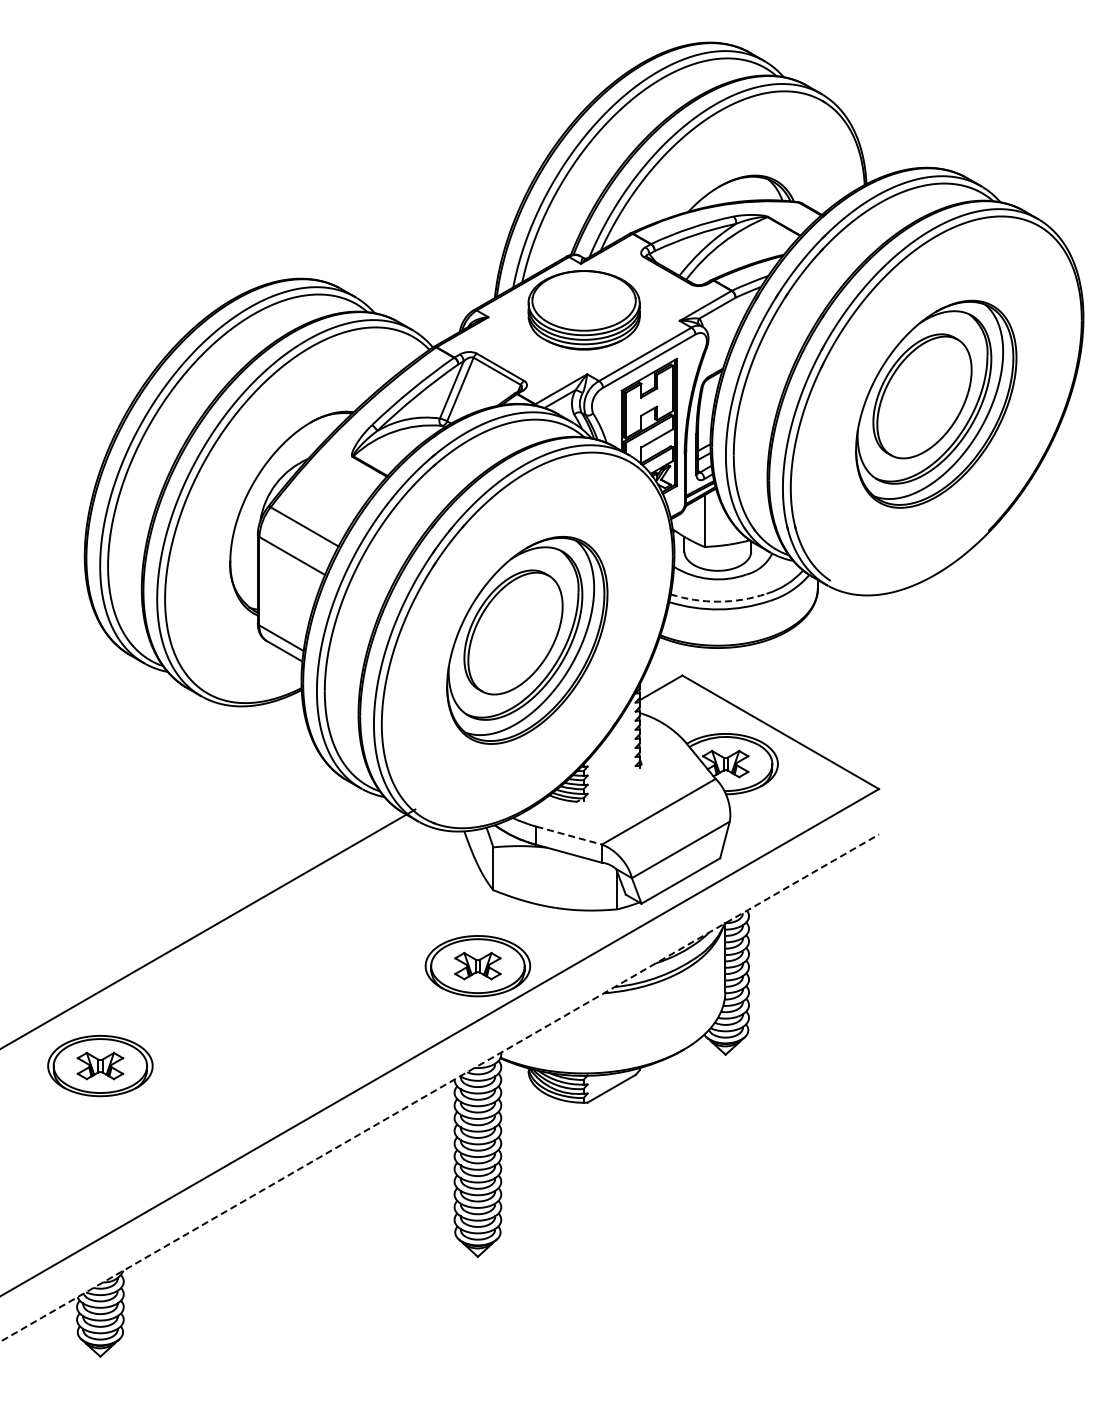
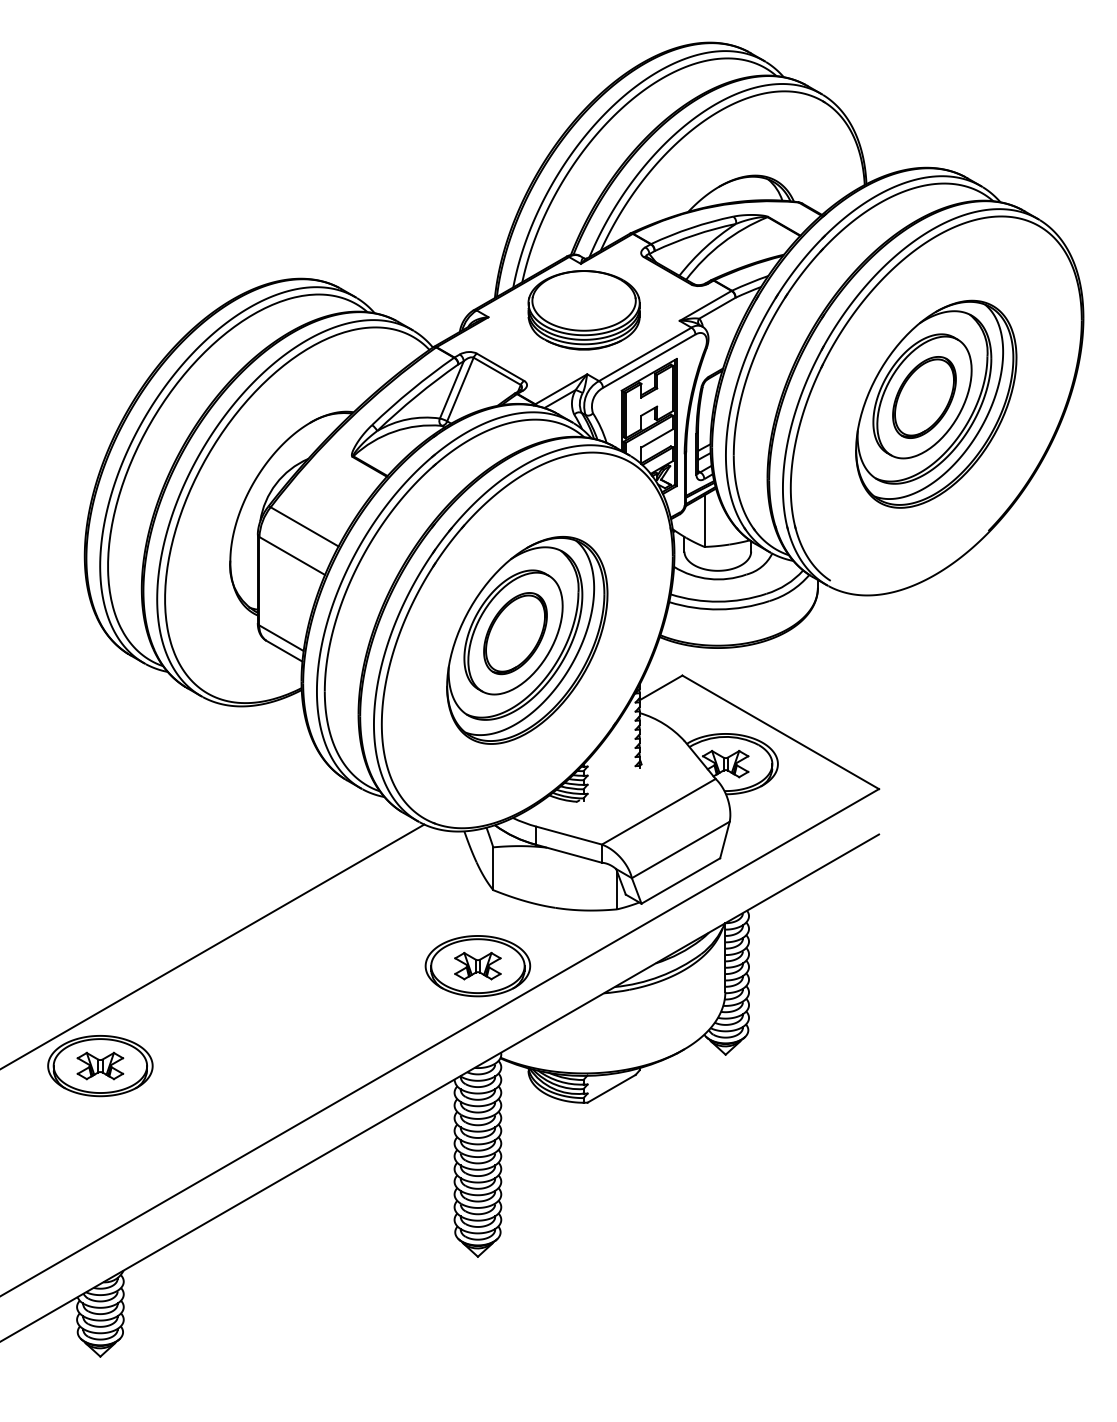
part at (924, 397): none -> present
arc at (718, 601): dashed -> solid
part at (515, 633): none -> present
line at (569, 835): dashed -> solid
line at (208, 928) position: (208, 928) -> (213, 946)
line at (440, 1087): dashed -> solid
